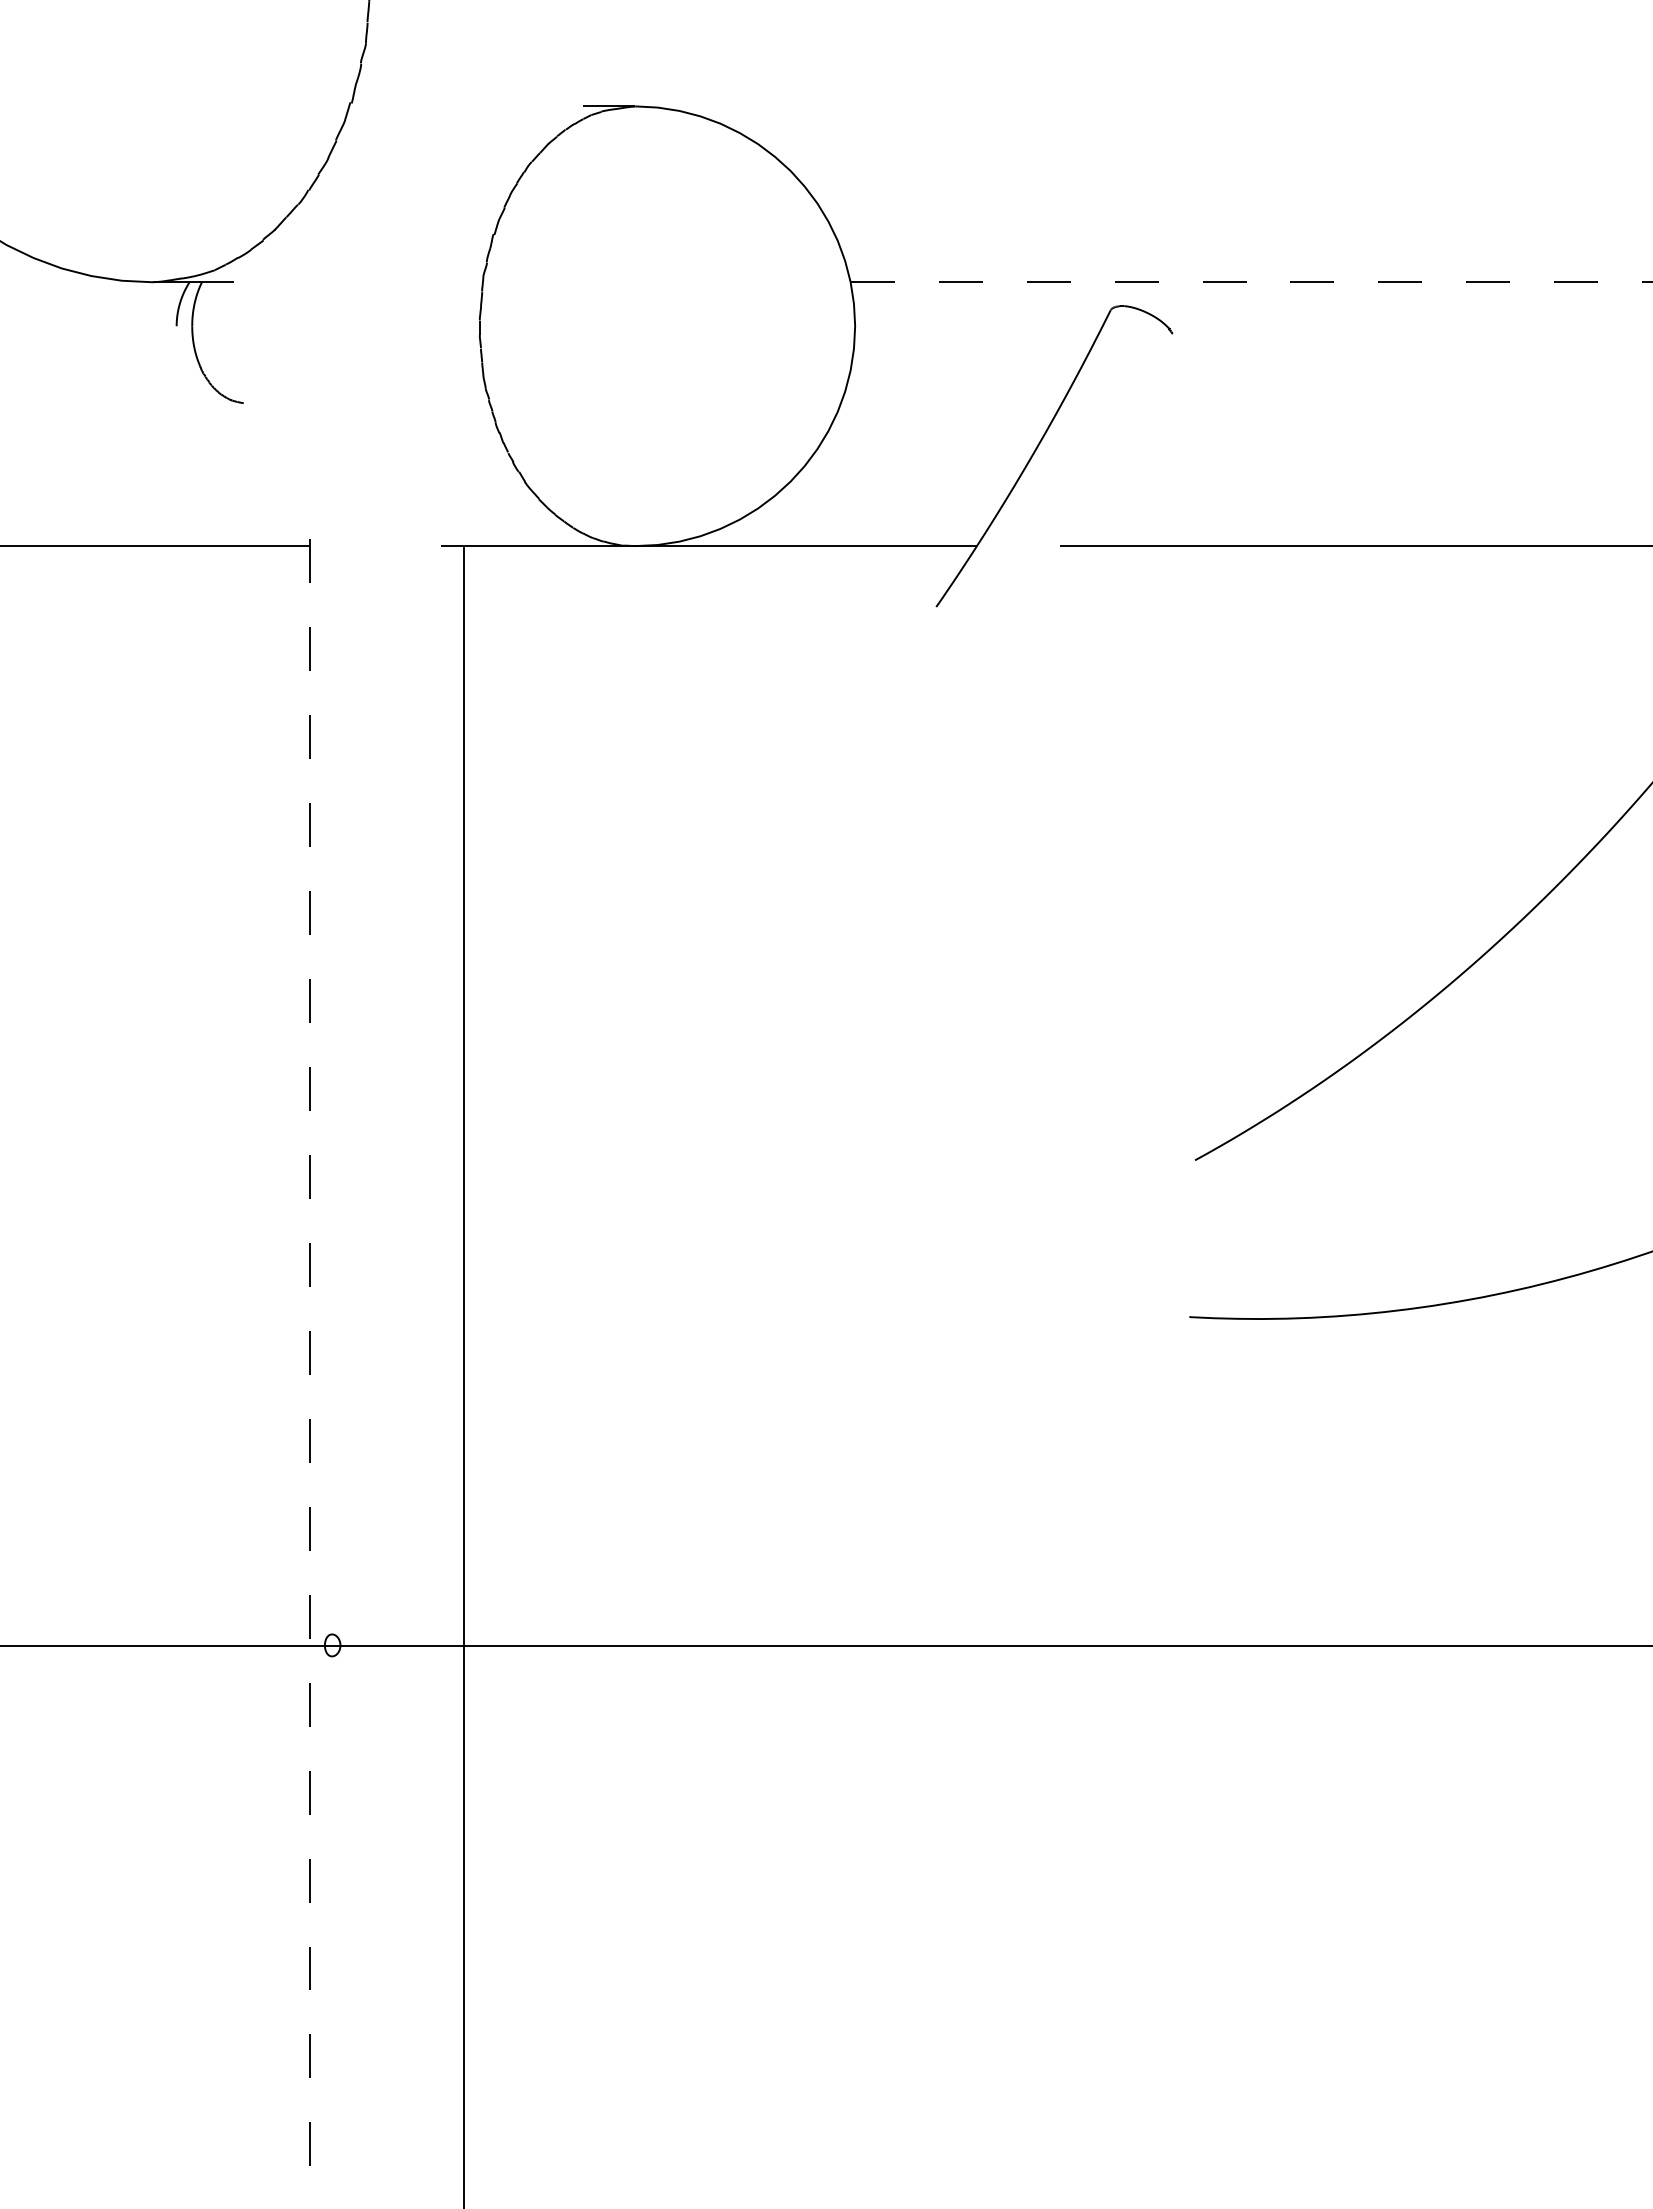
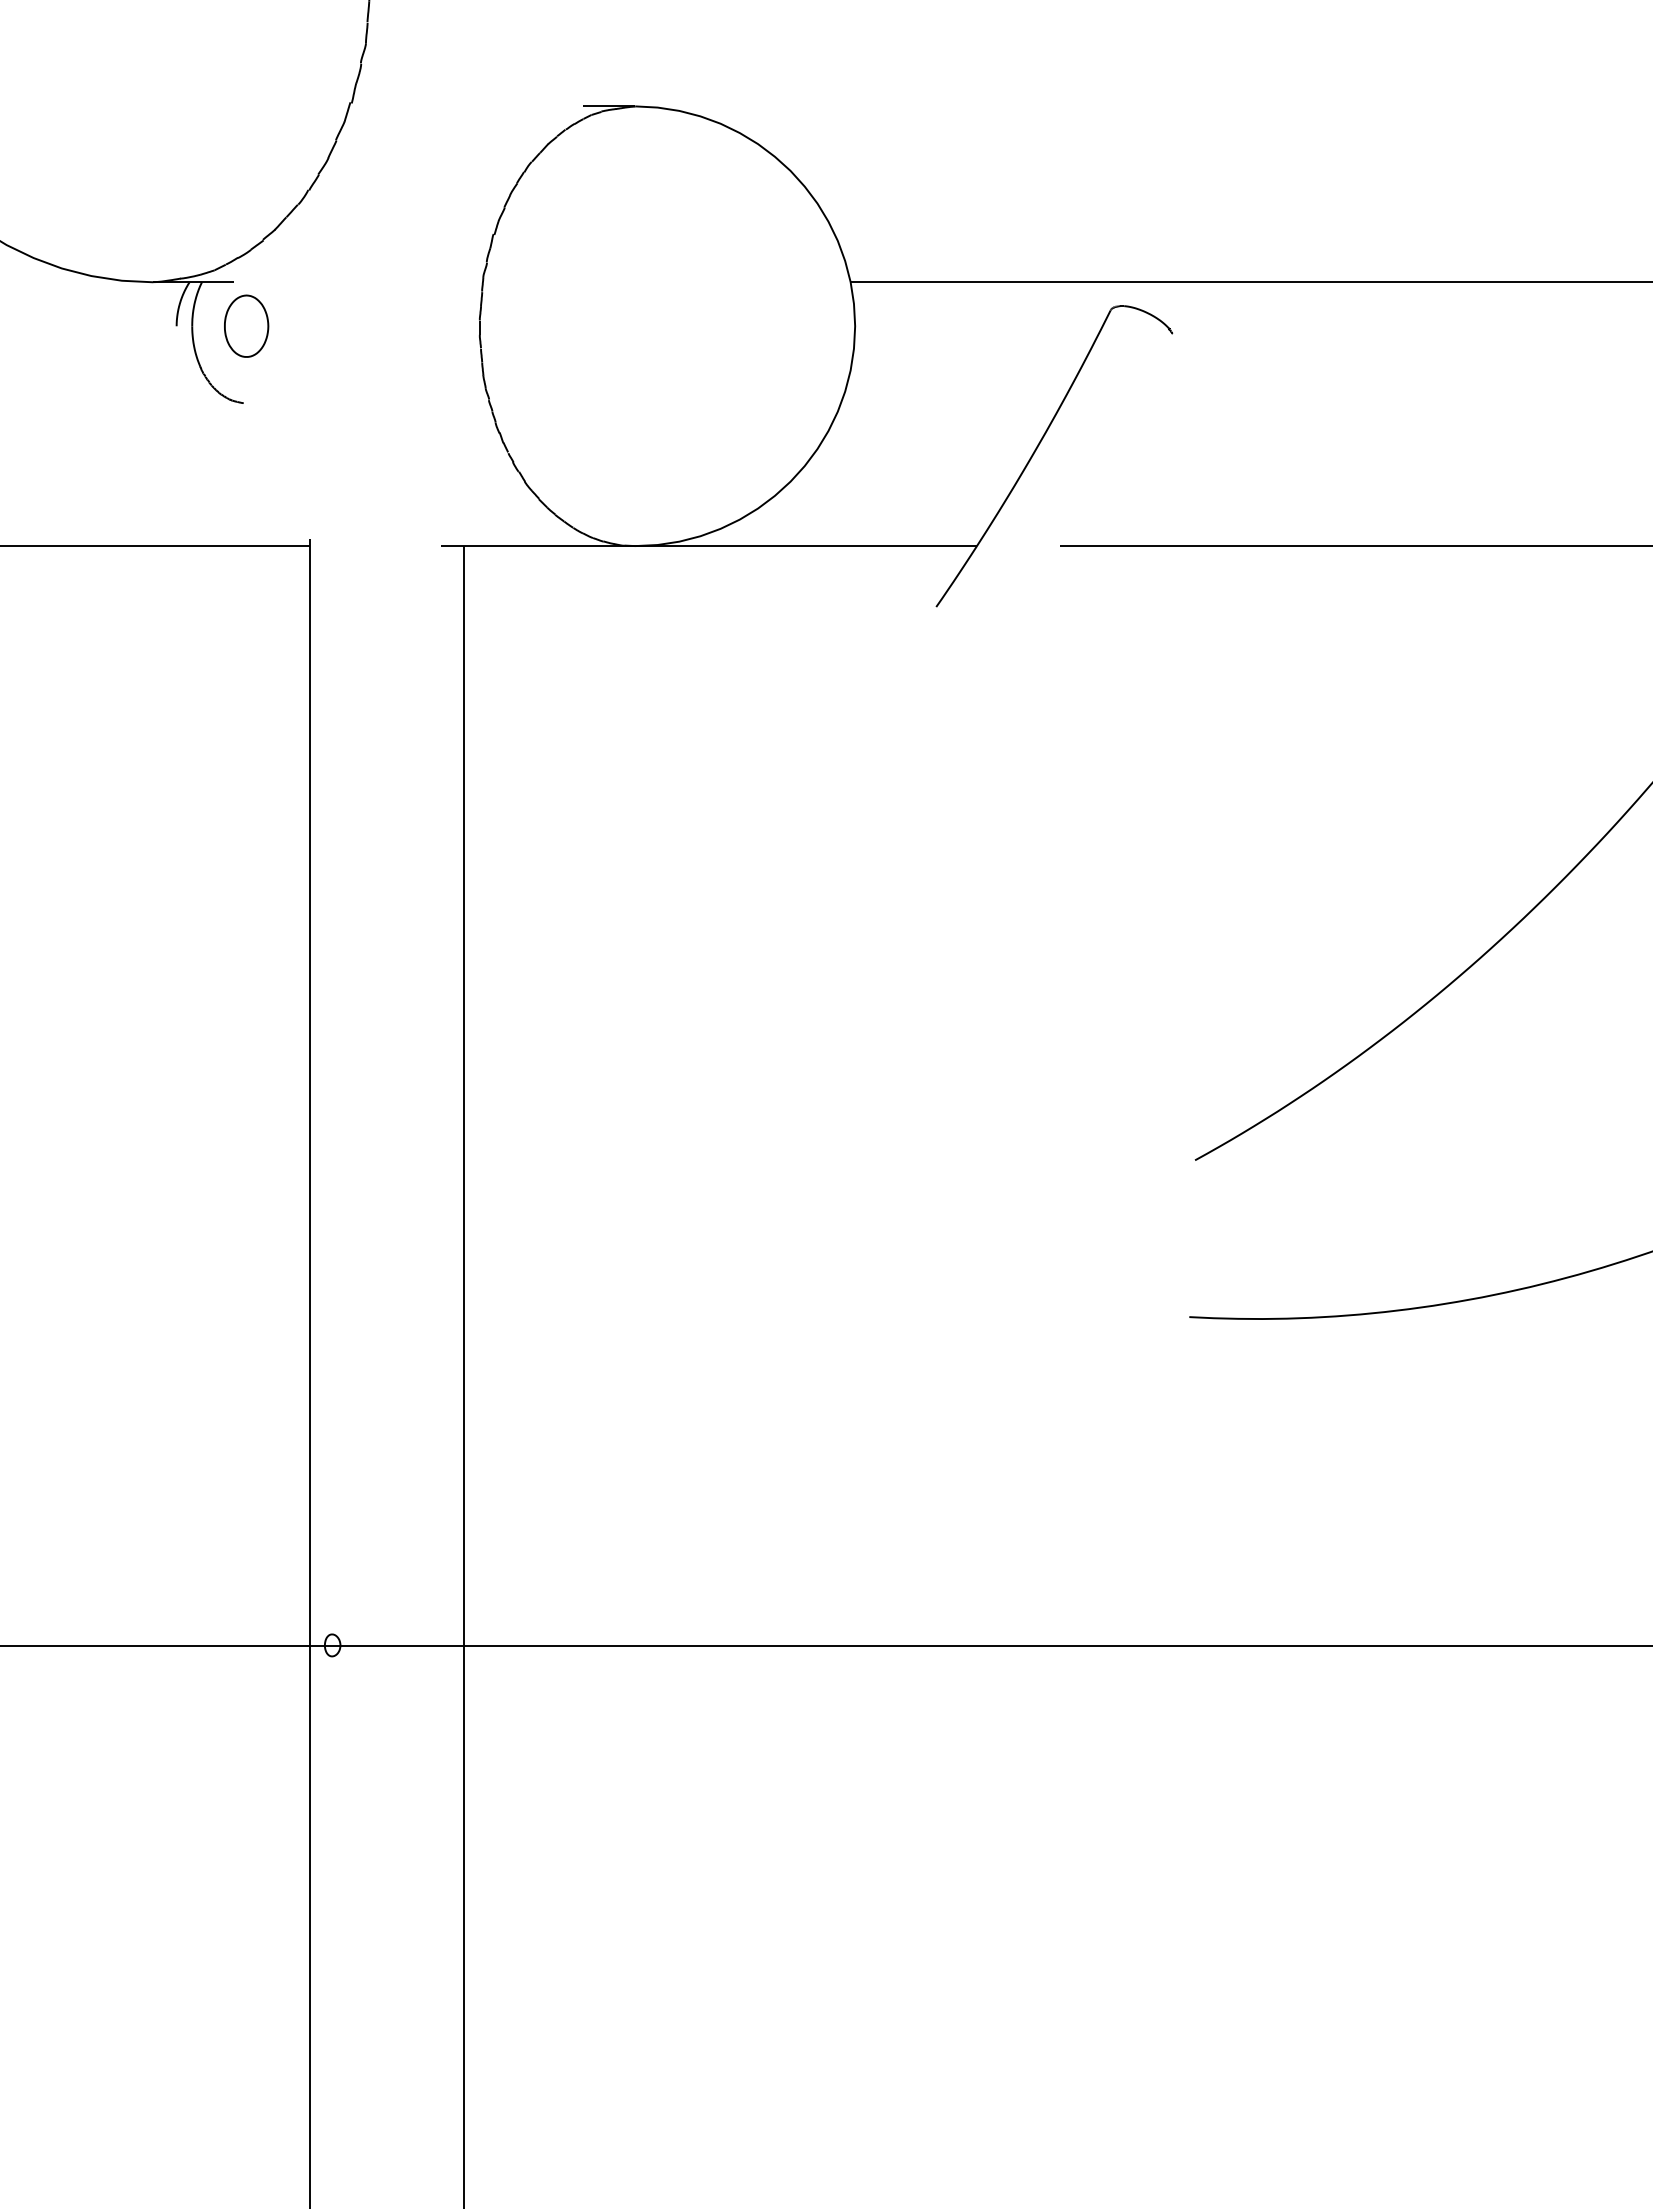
line at (1251, 282): dashed -> solid
part at (246, 325): none -> present
line at (309, 1374): dashed -> solid
